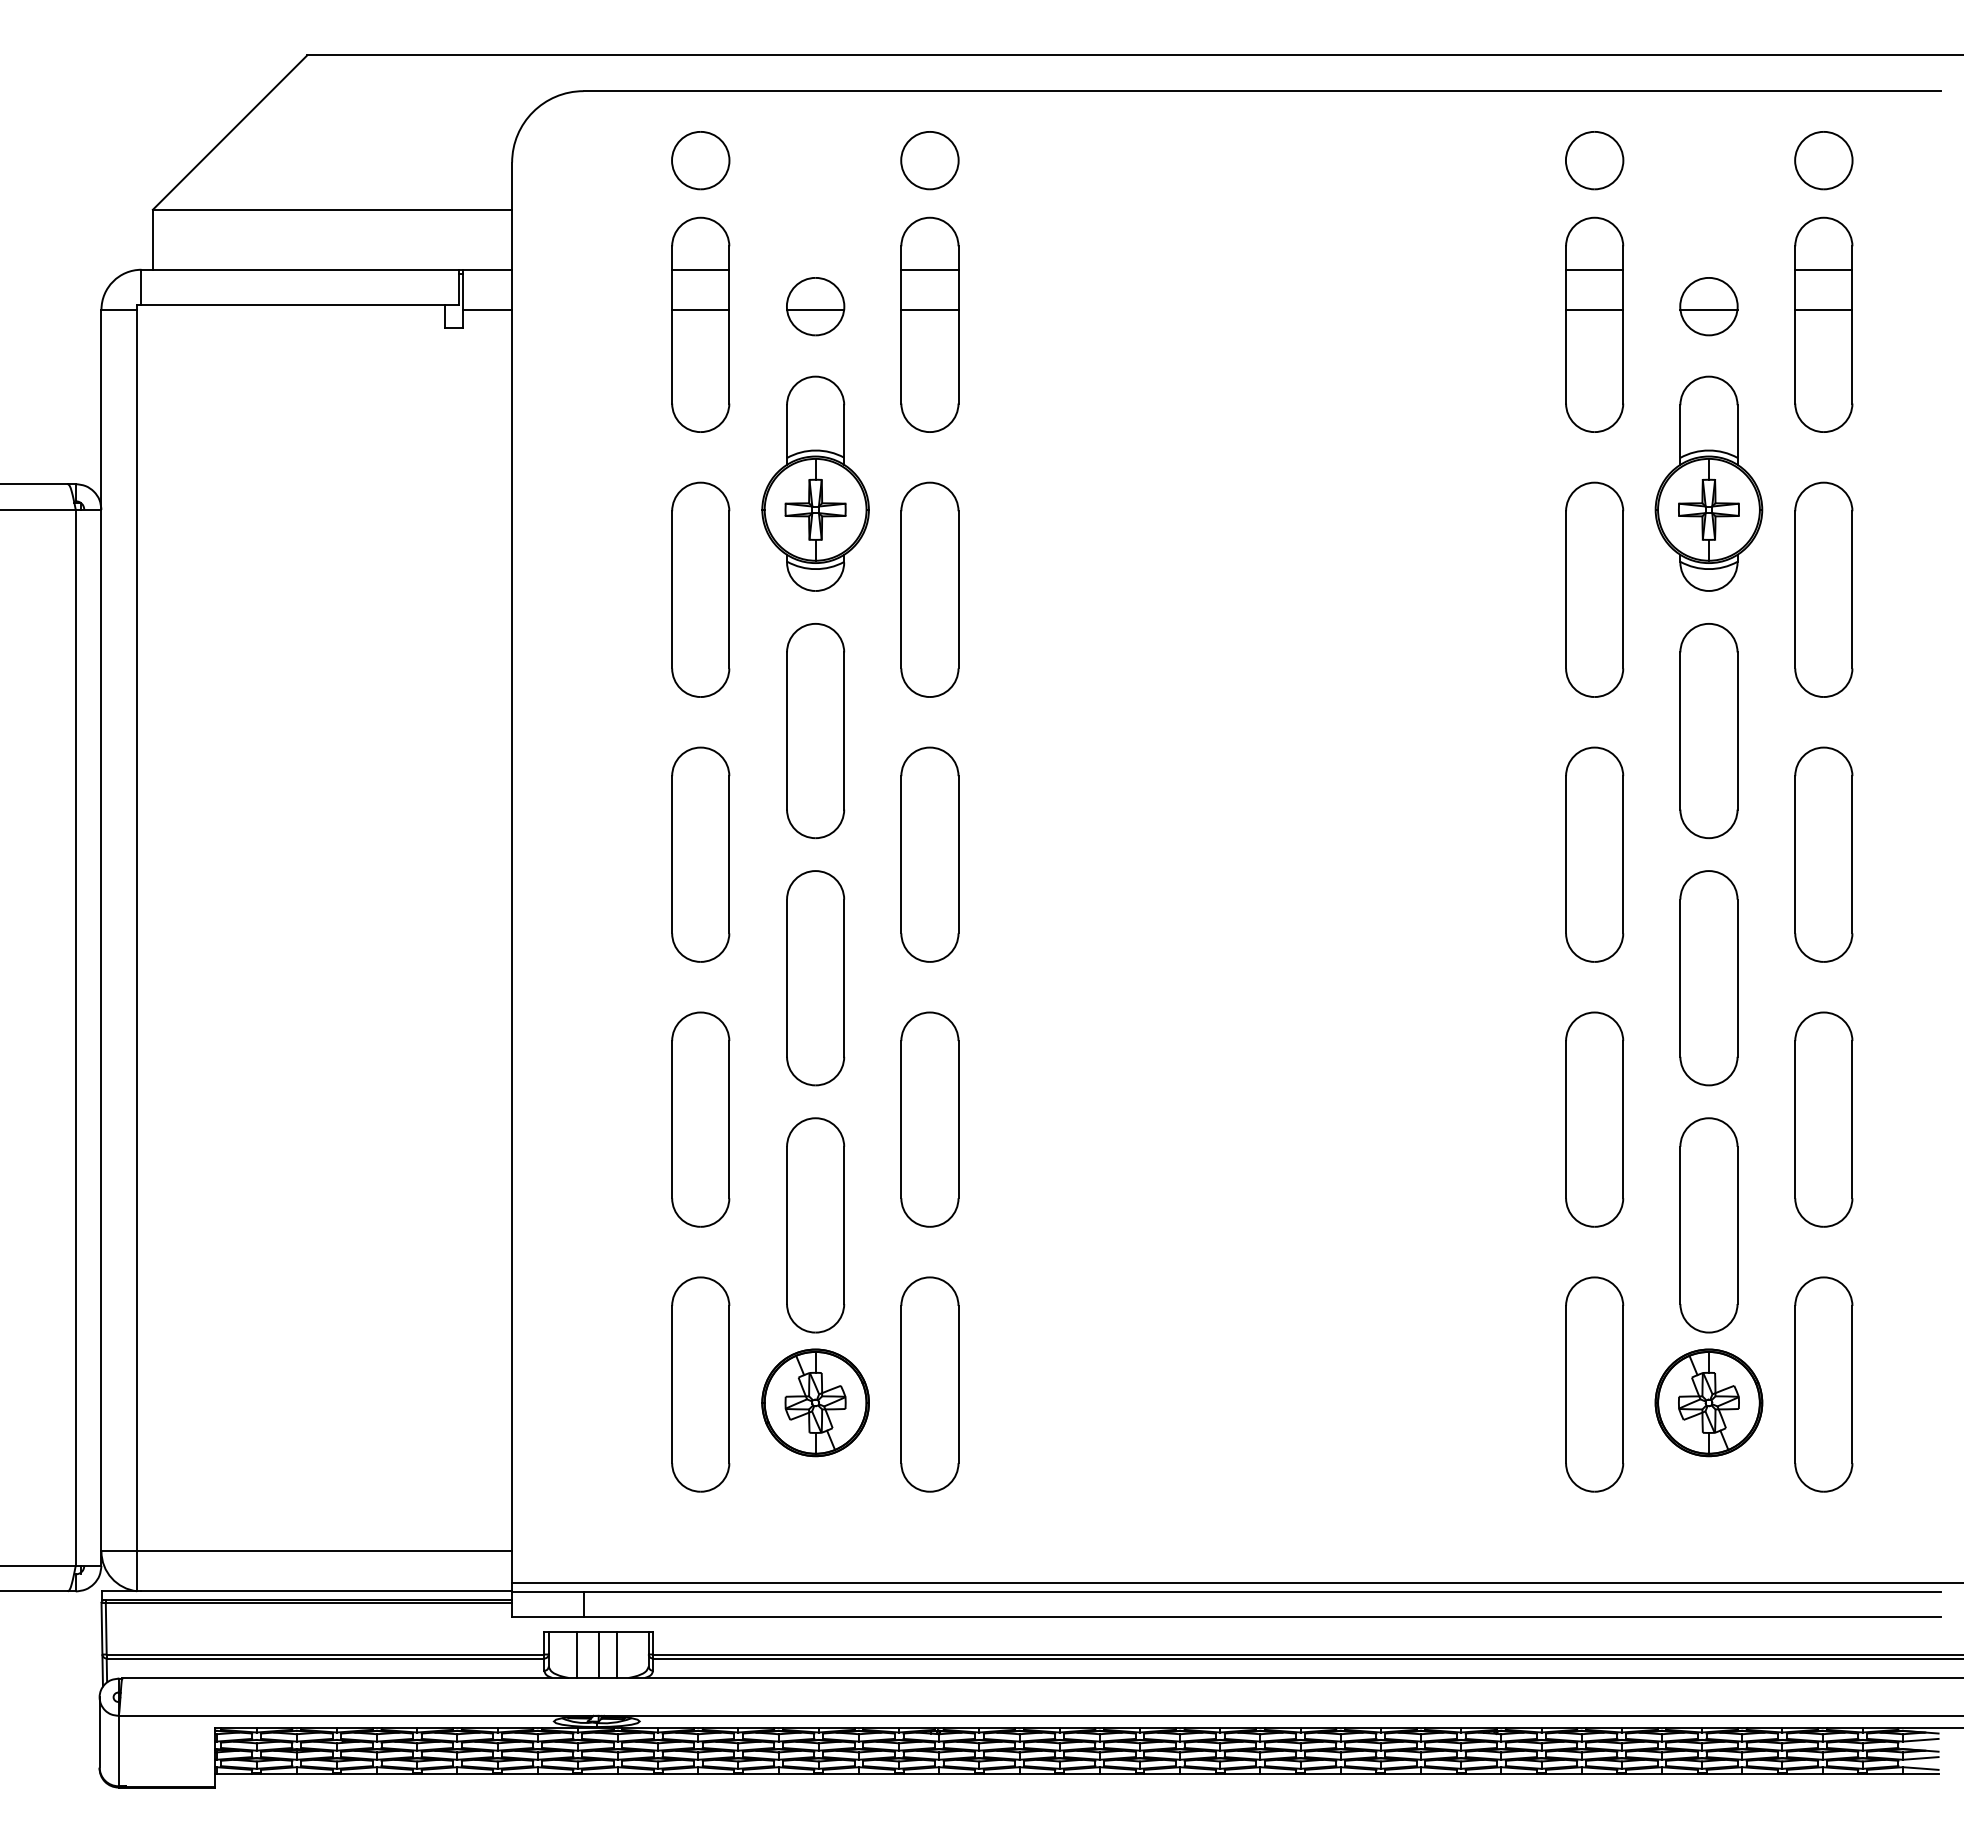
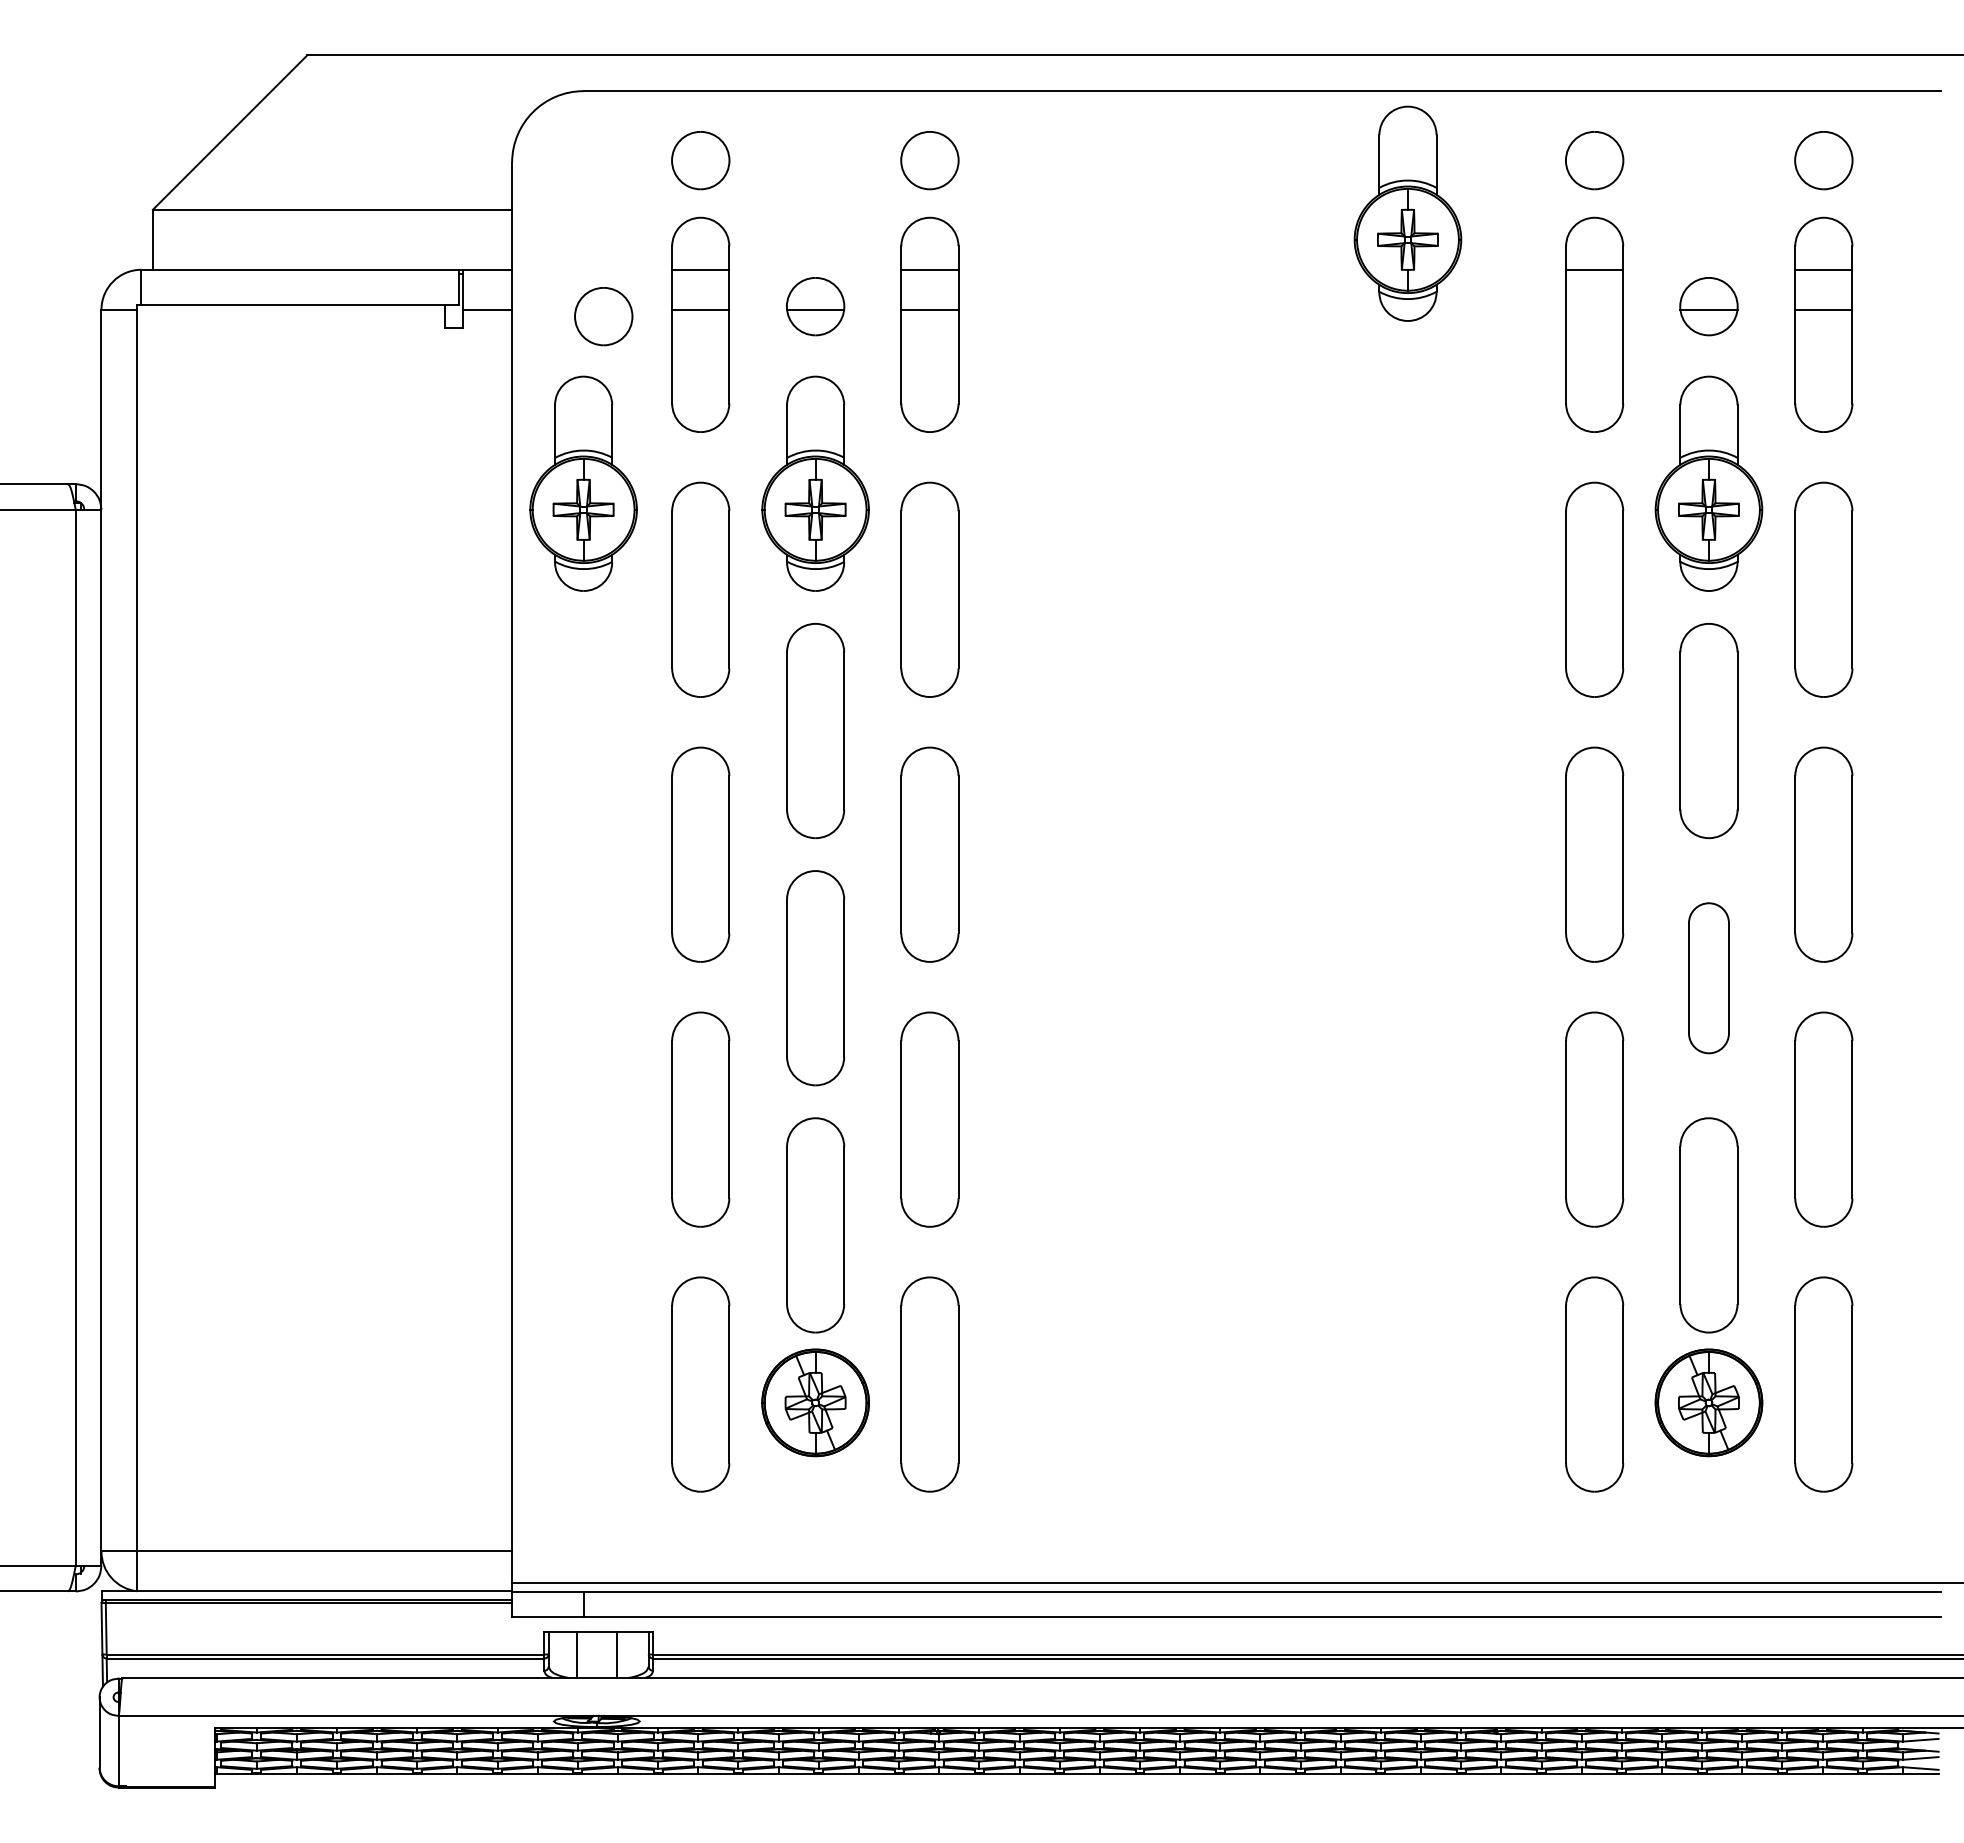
part at (1407, 213): none -> present
line at (1594, 309): present -> none
part at (603, 316): none -> present
part at (583, 483): none -> present
part at (1708, 978) size: 60x217 px -> 42x153 px
line at (599, 1654): present -> none
